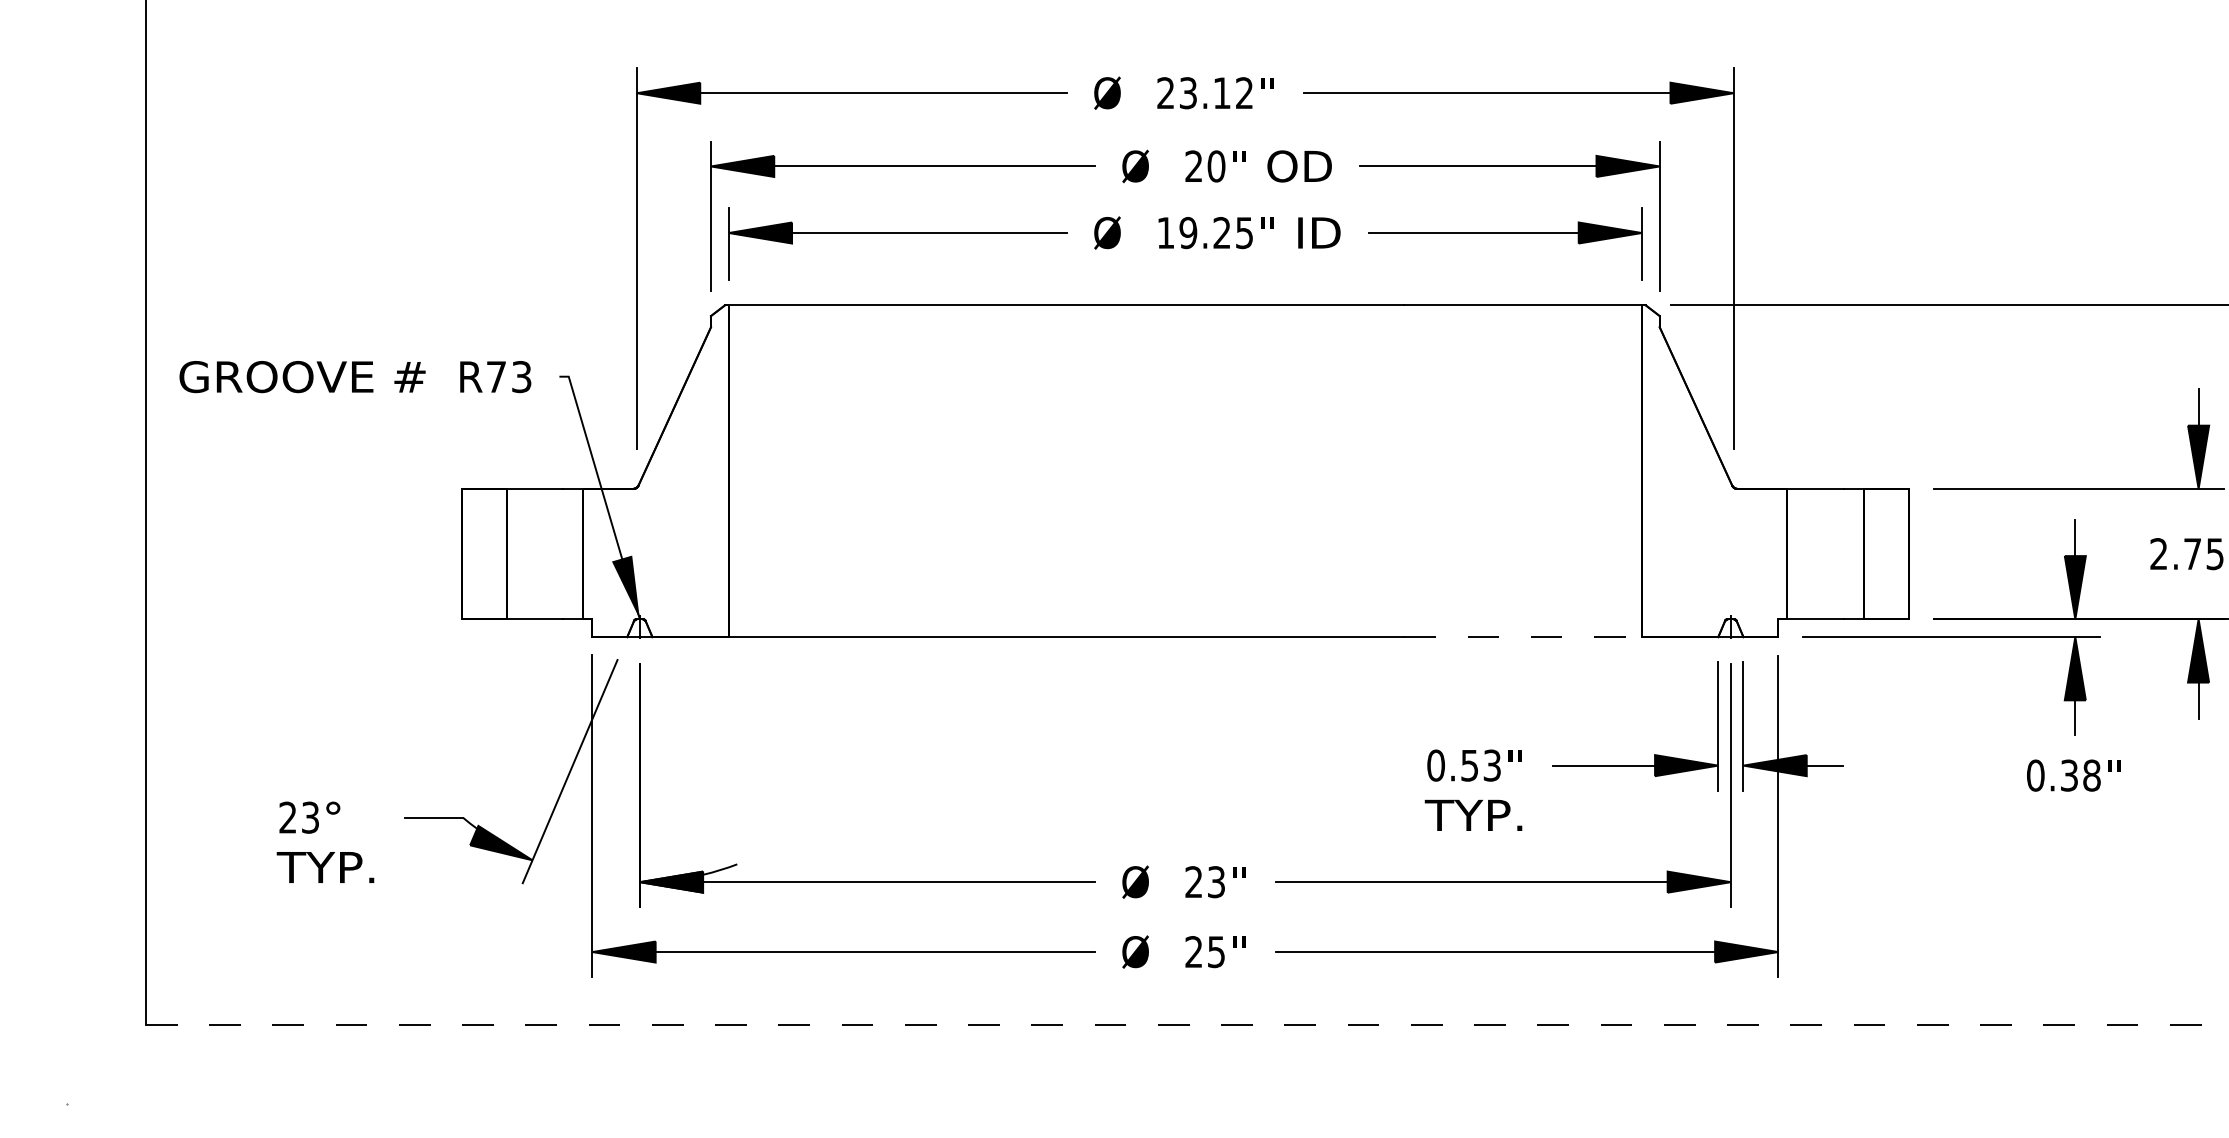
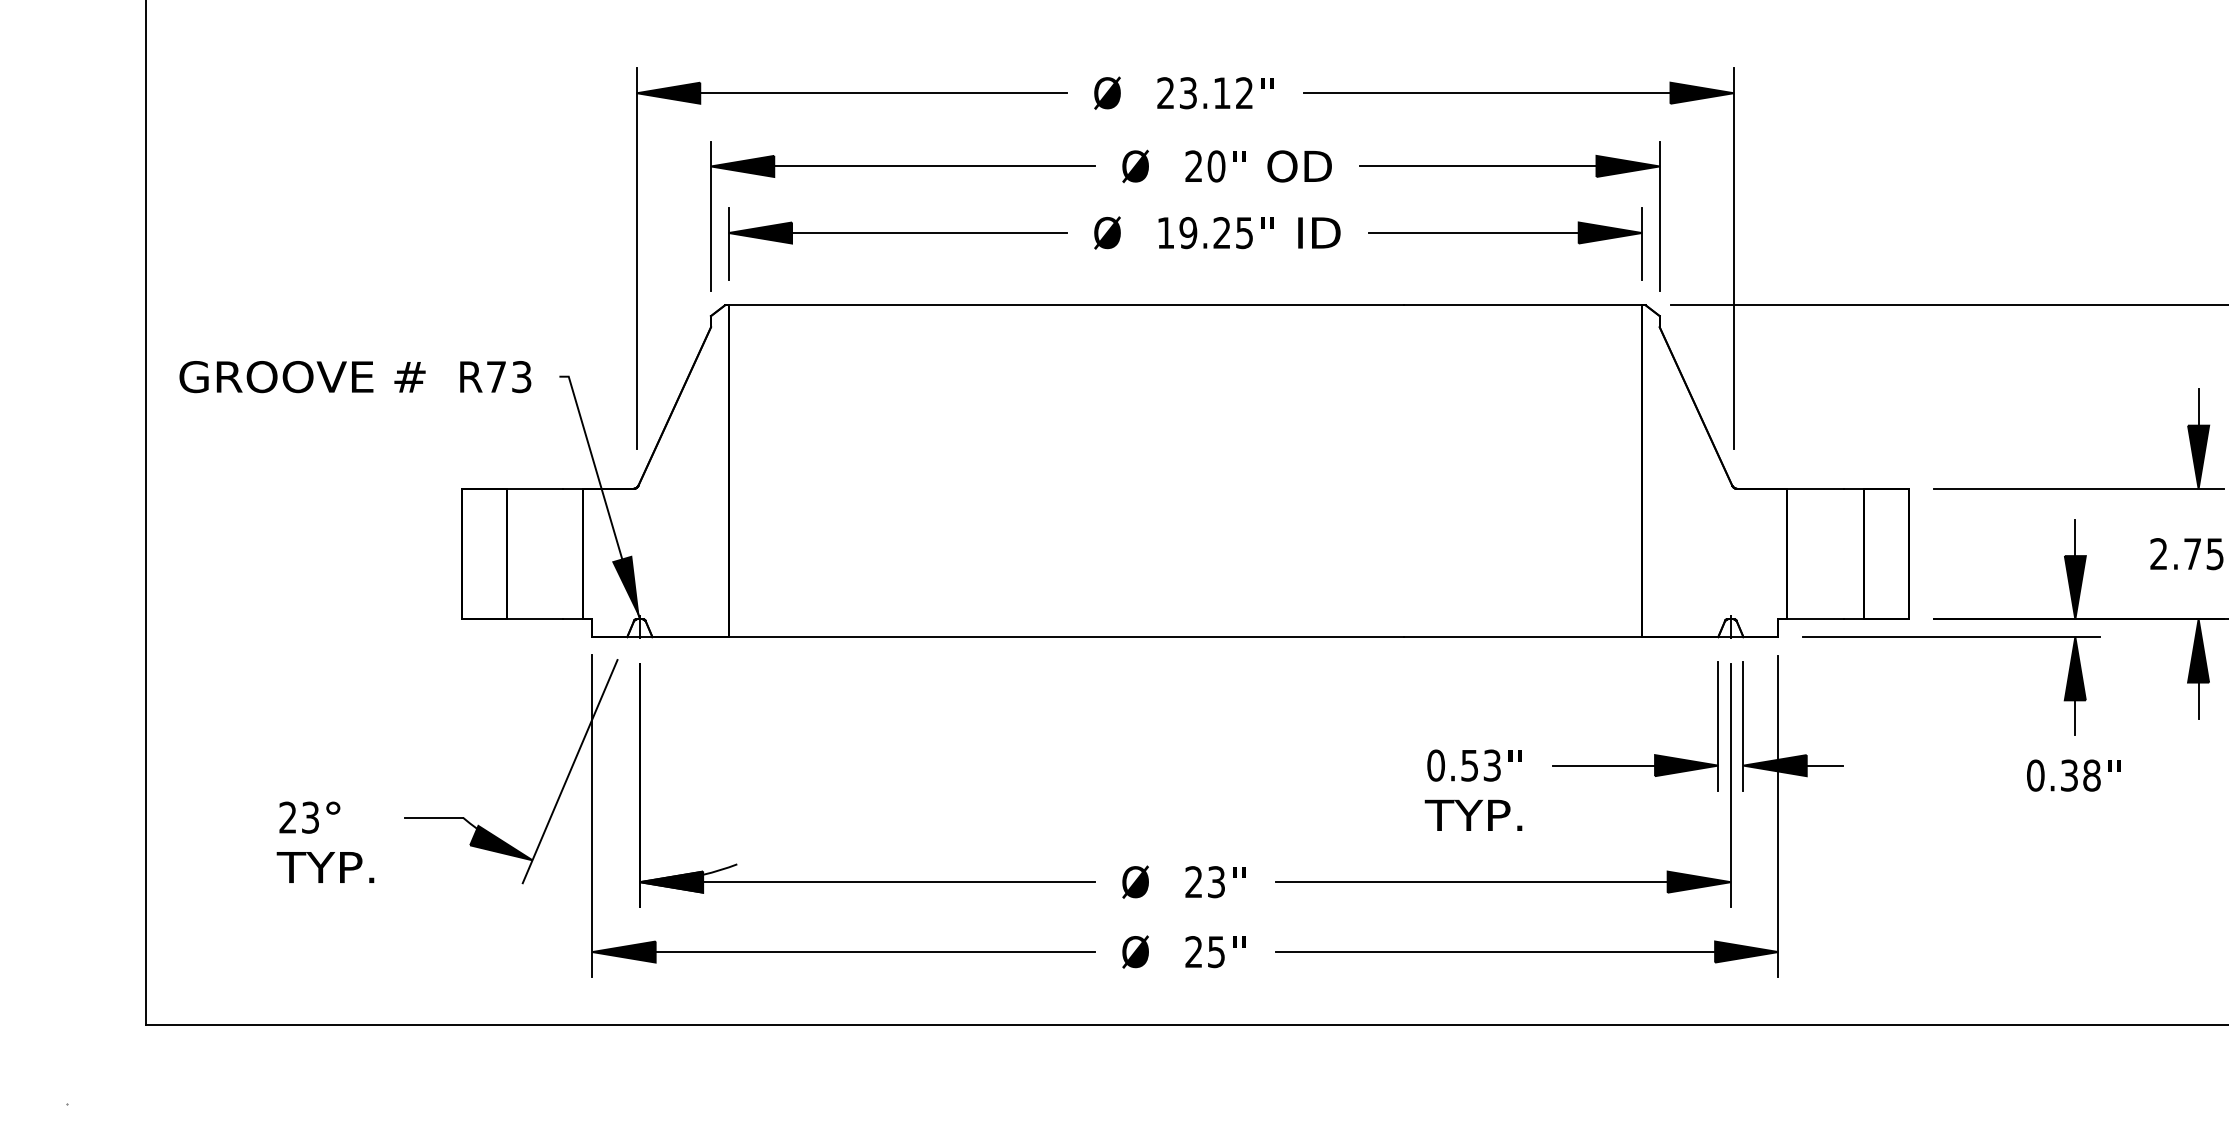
line at (1523, 637): dashed -> solid
line at (1187, 1024): dashed -> solid
